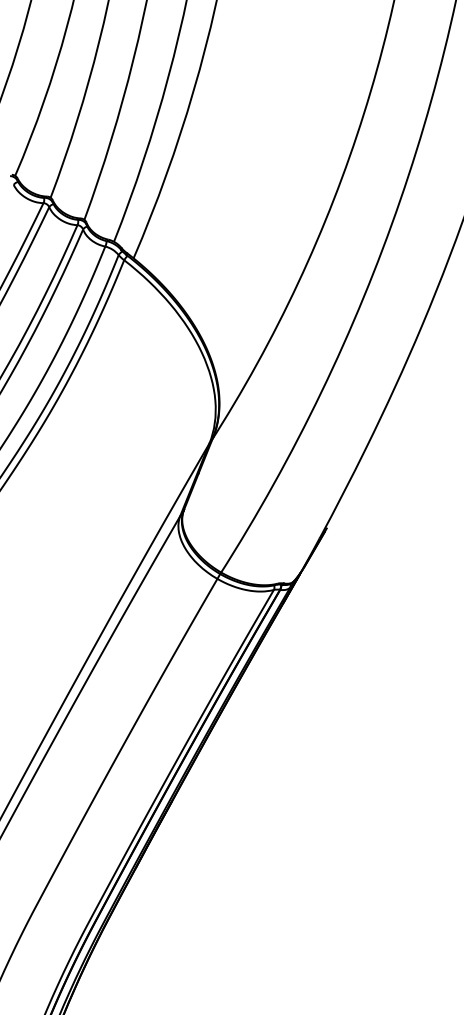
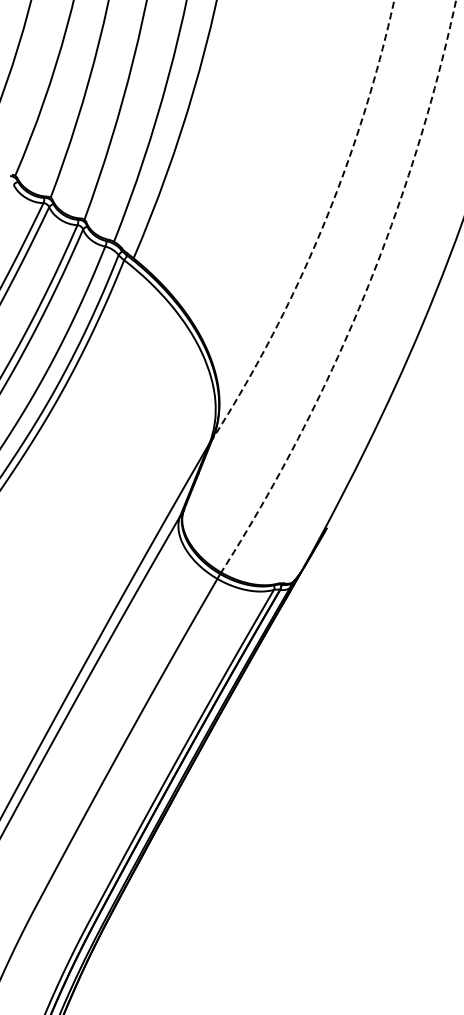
arc at (322, 228): solid -> dashed
arc at (363, 299): solid -> dashed
